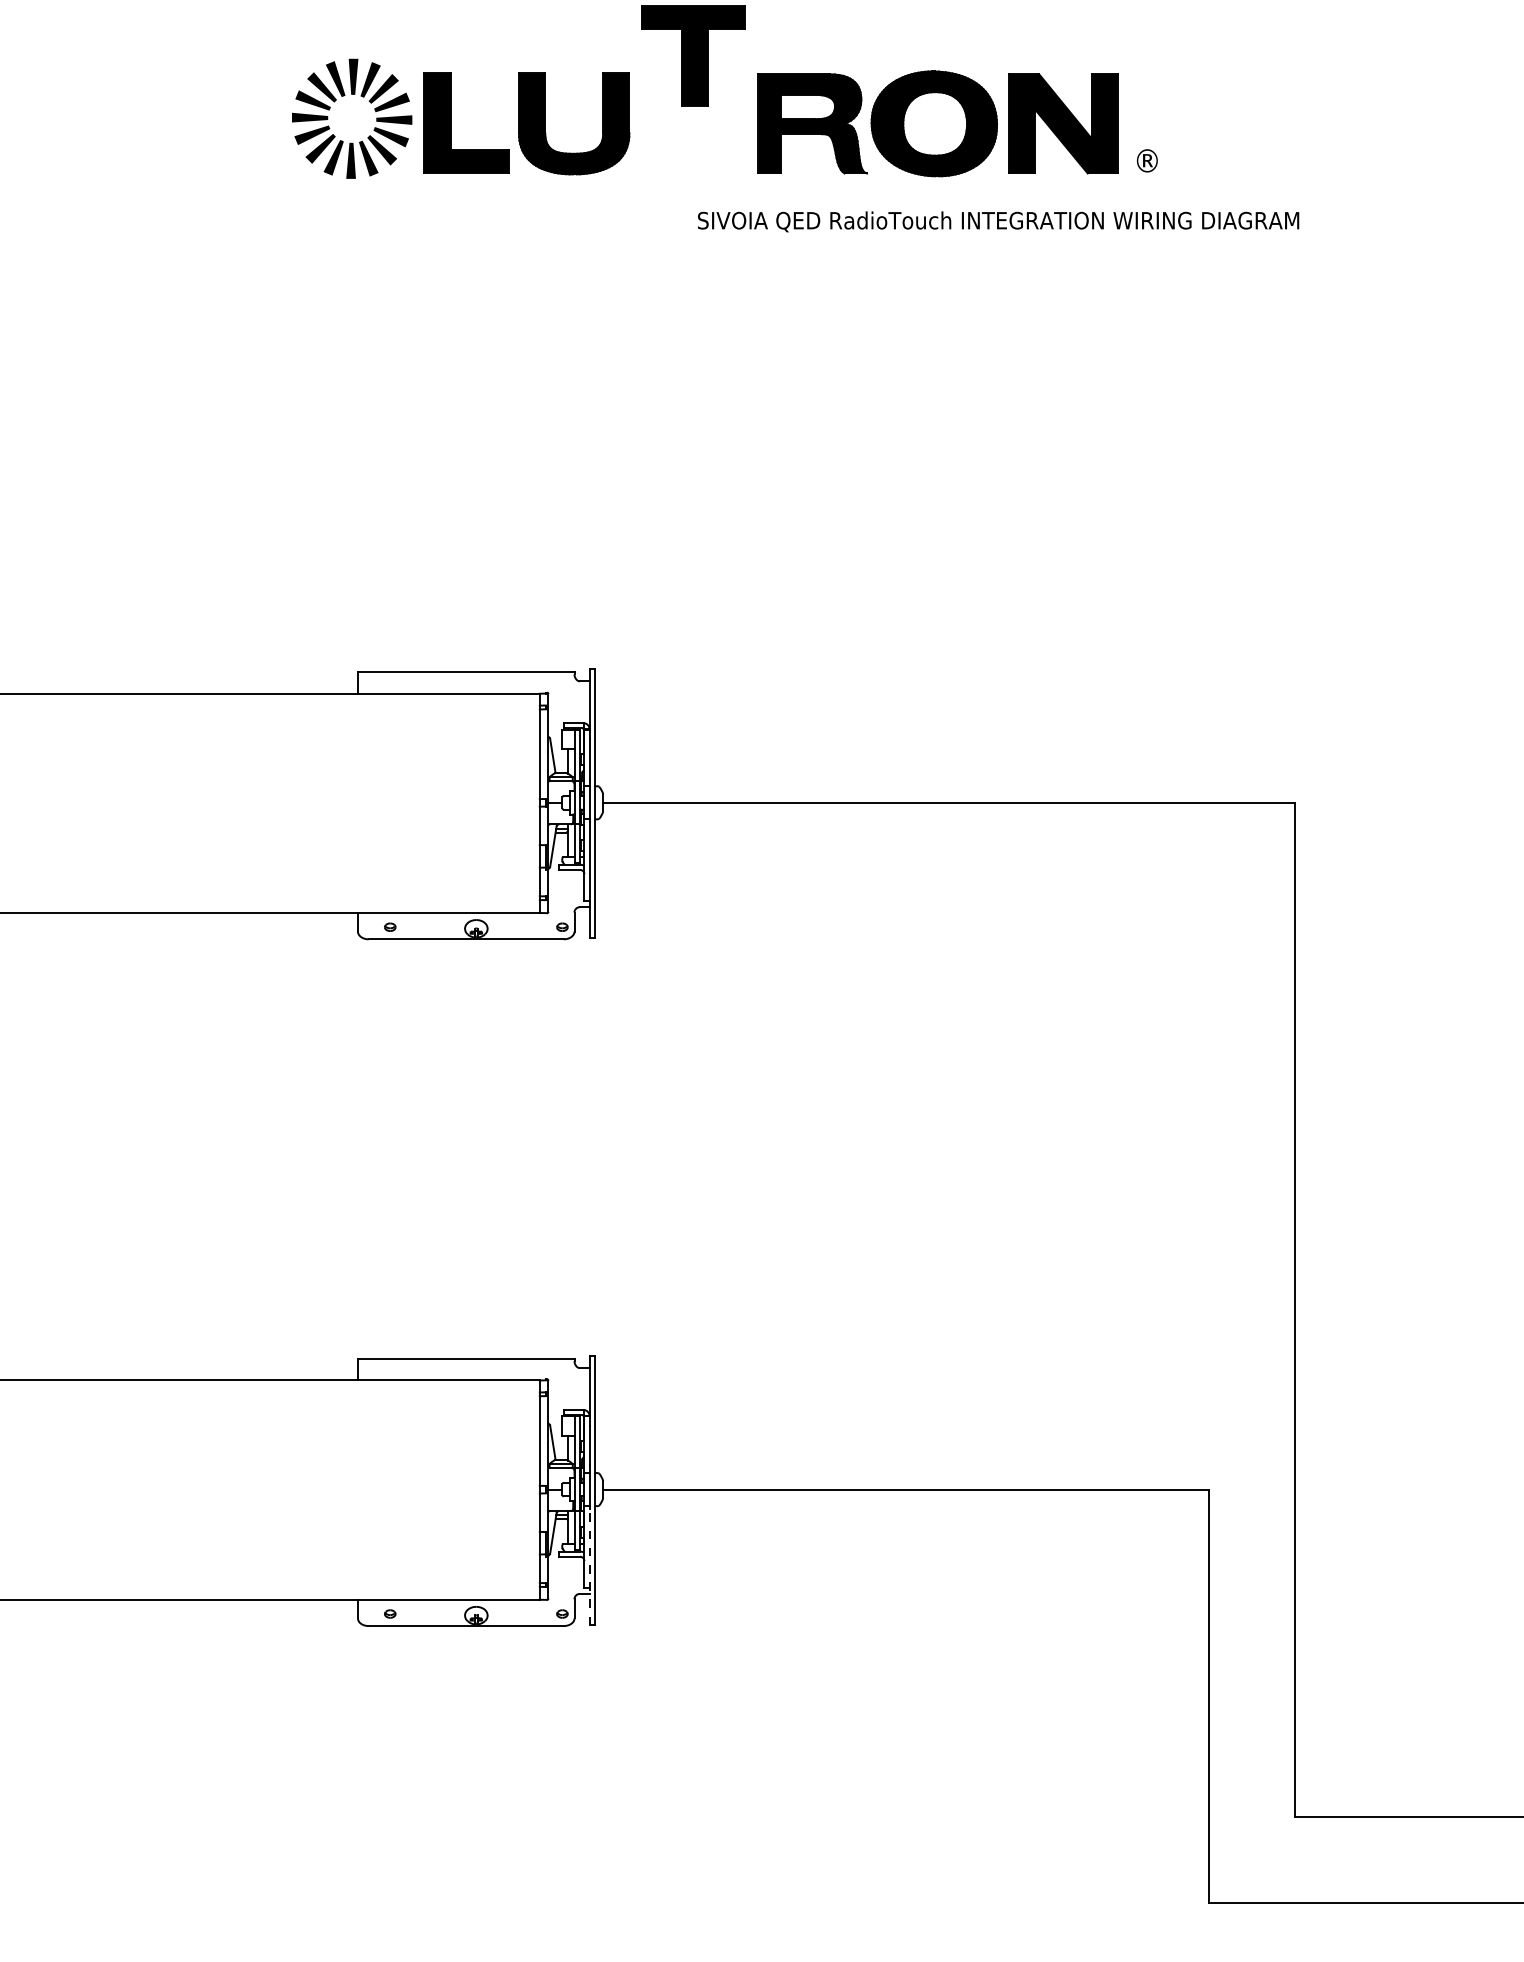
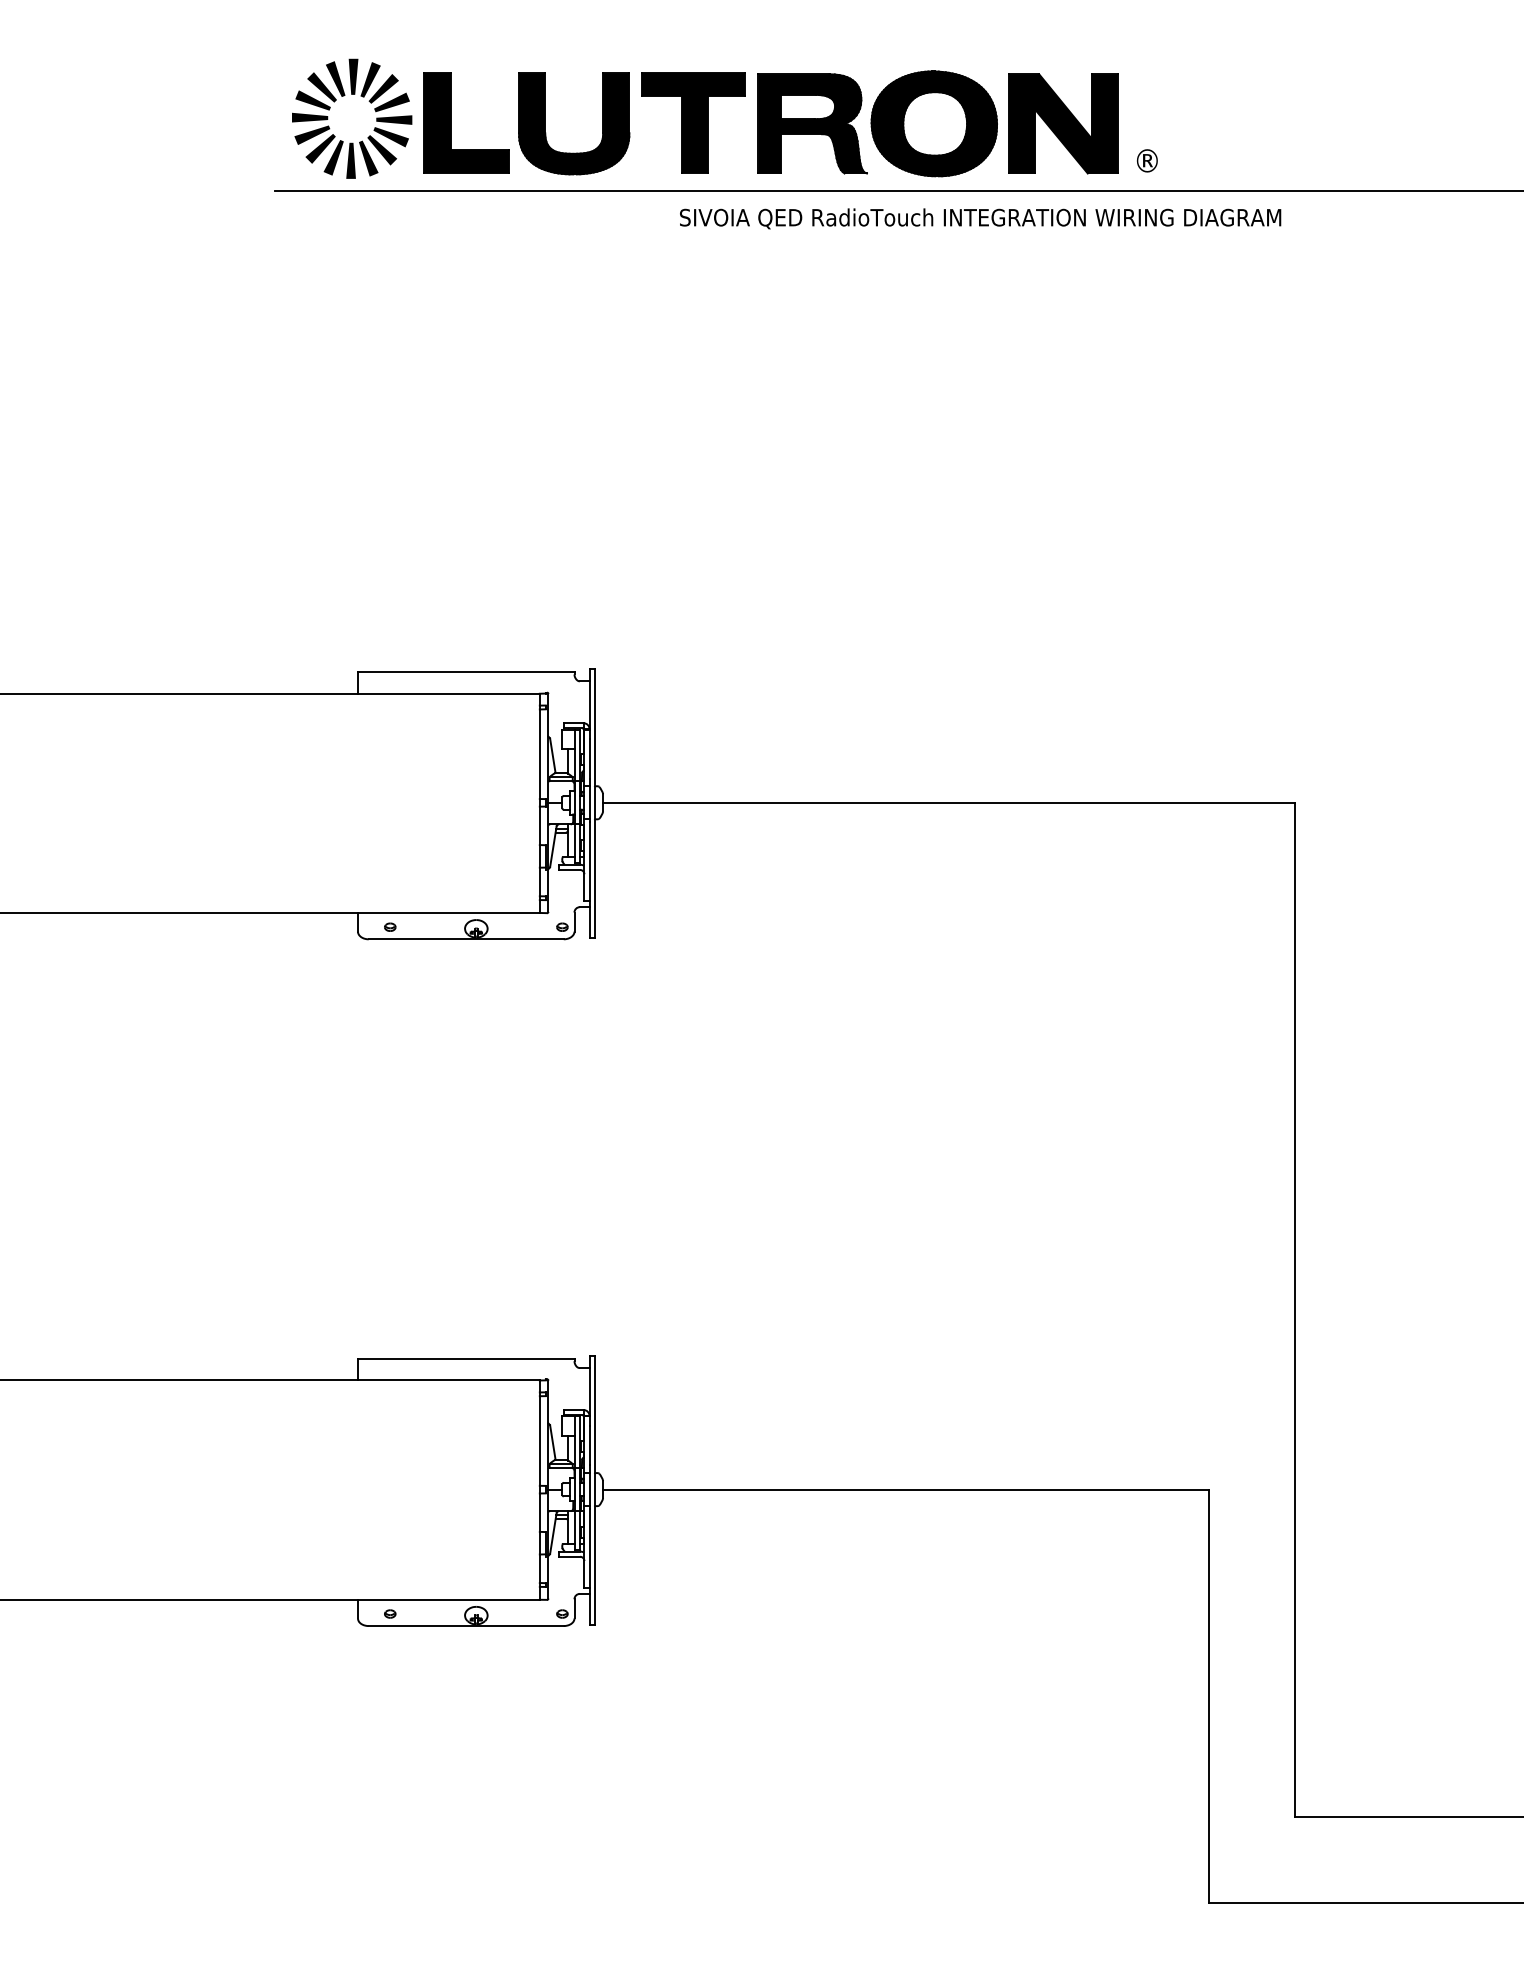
part at (693, 55) position: (693, 55) -> (693, 122)
line at (897, 190): none -> present
text at (998, 221) position: (998, 221) -> (980, 218)
line at (589, 1566): dashed -> solid
